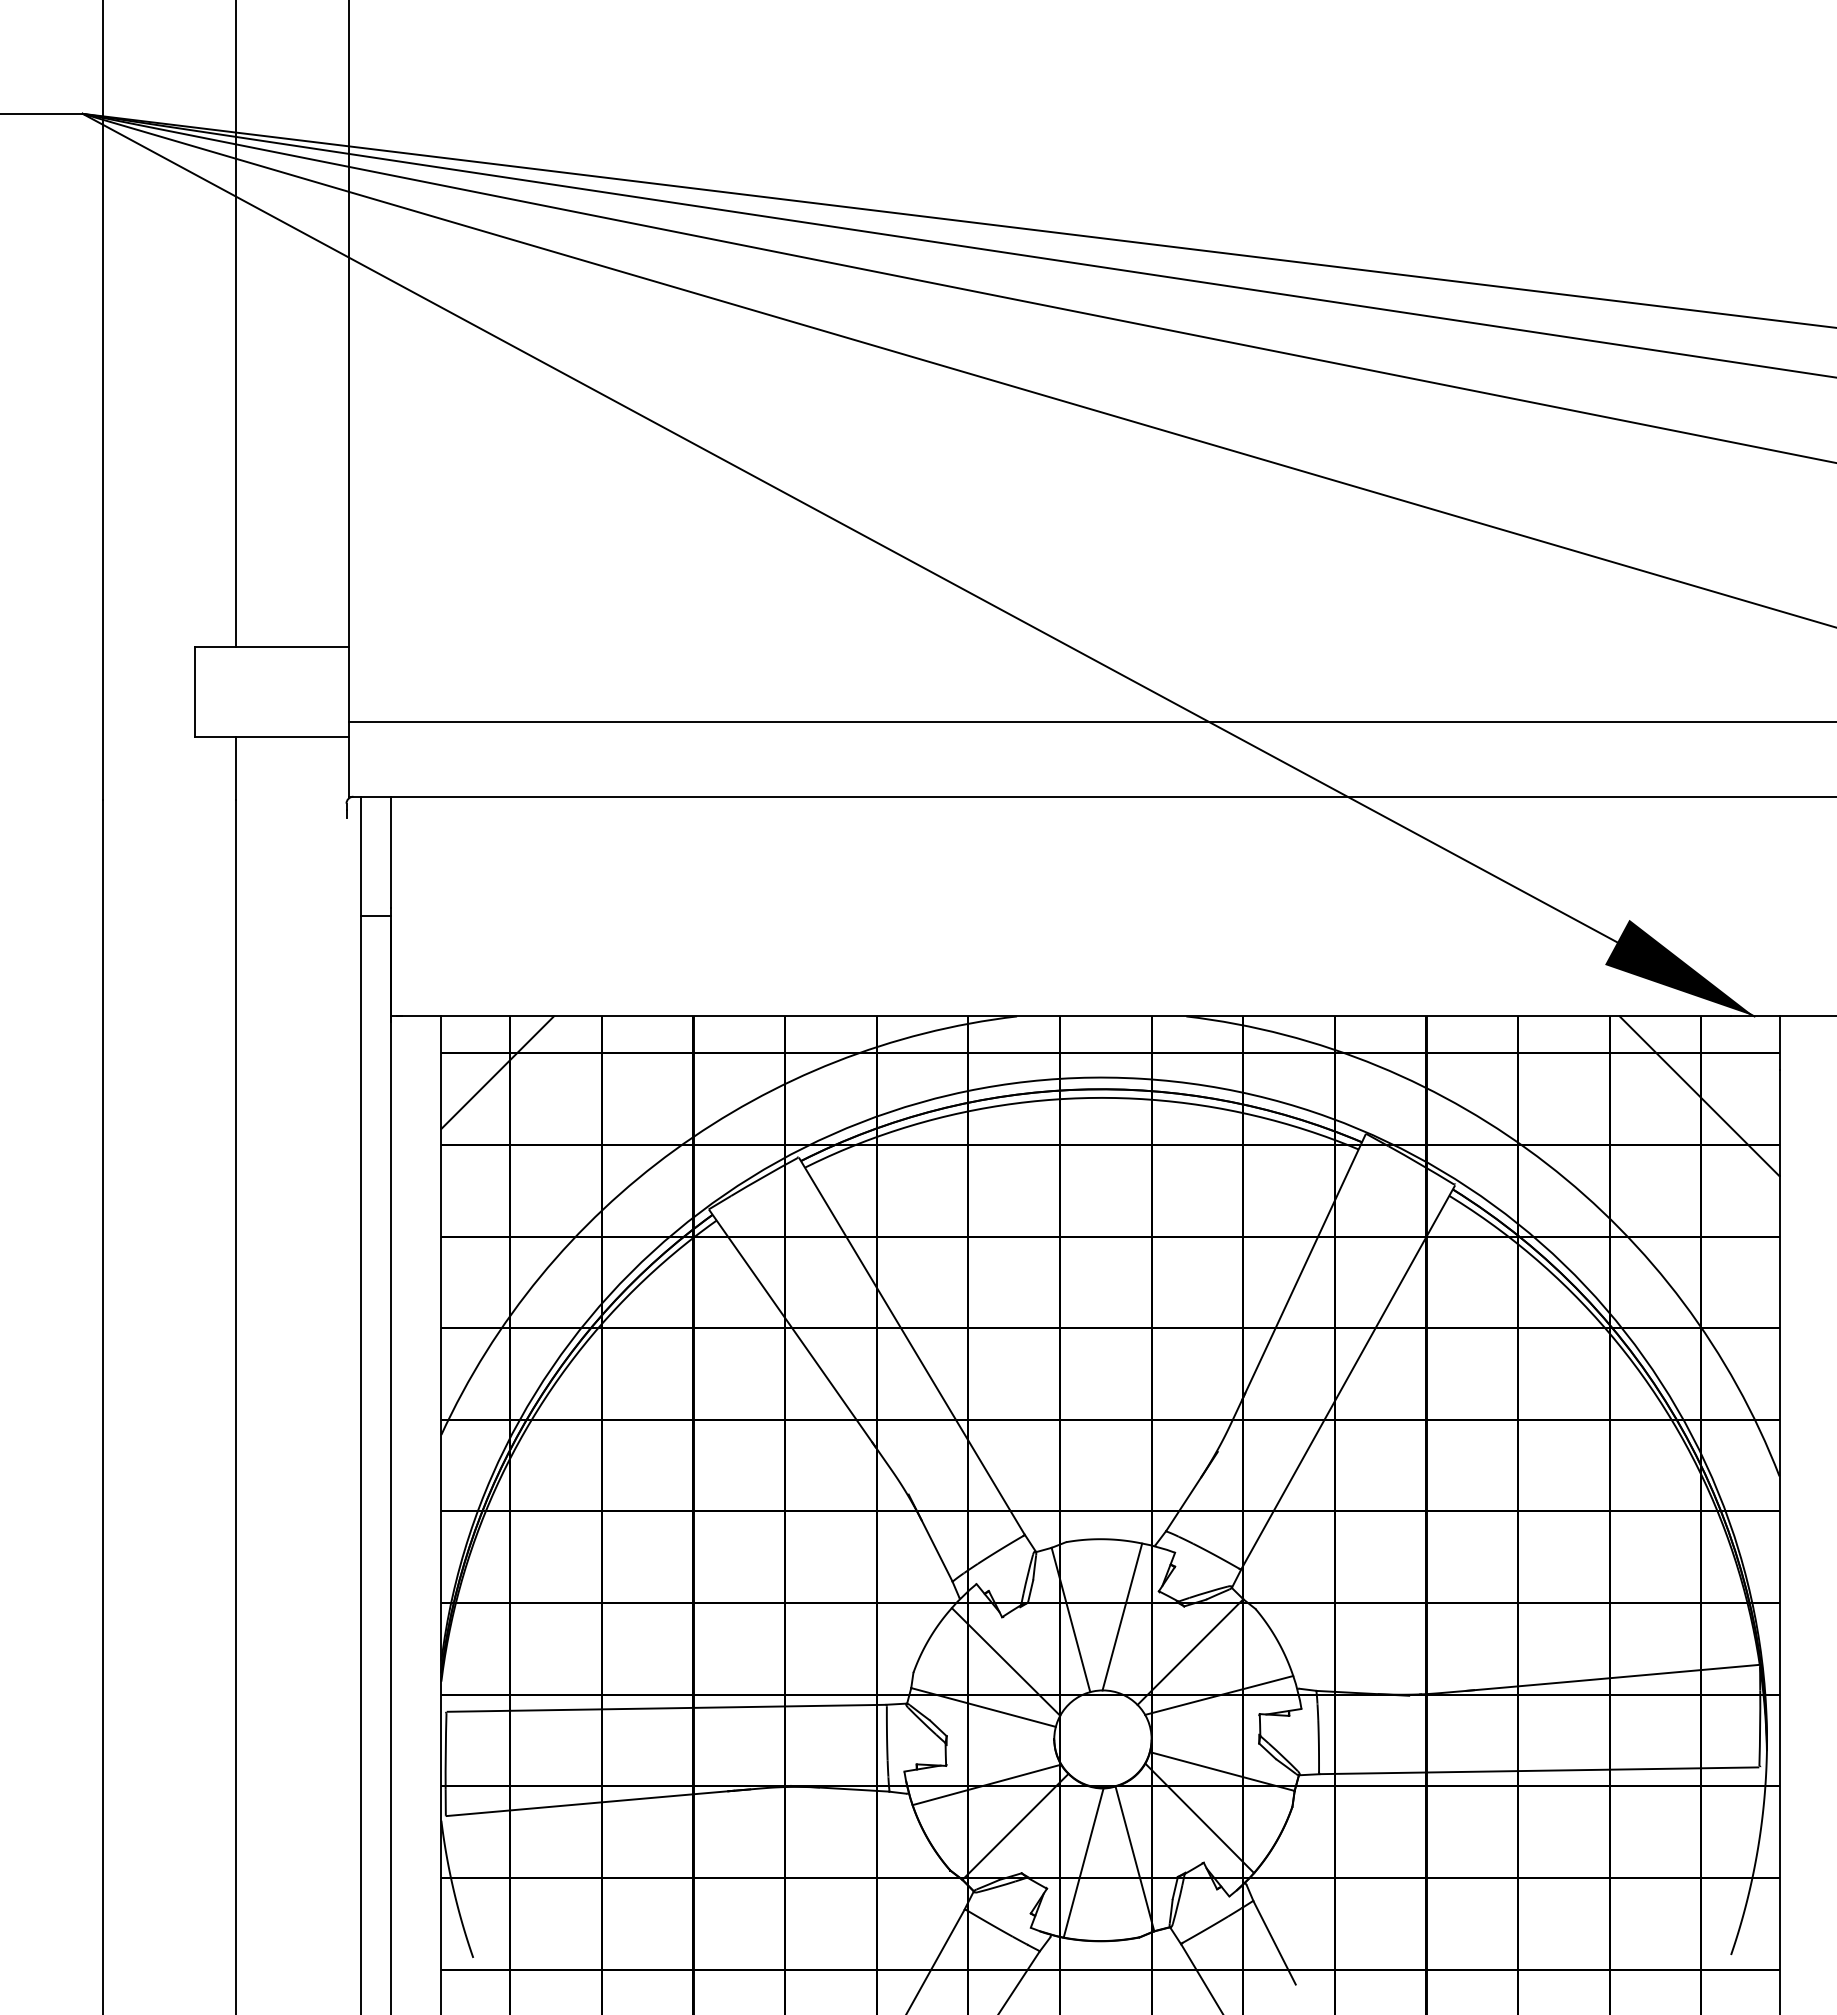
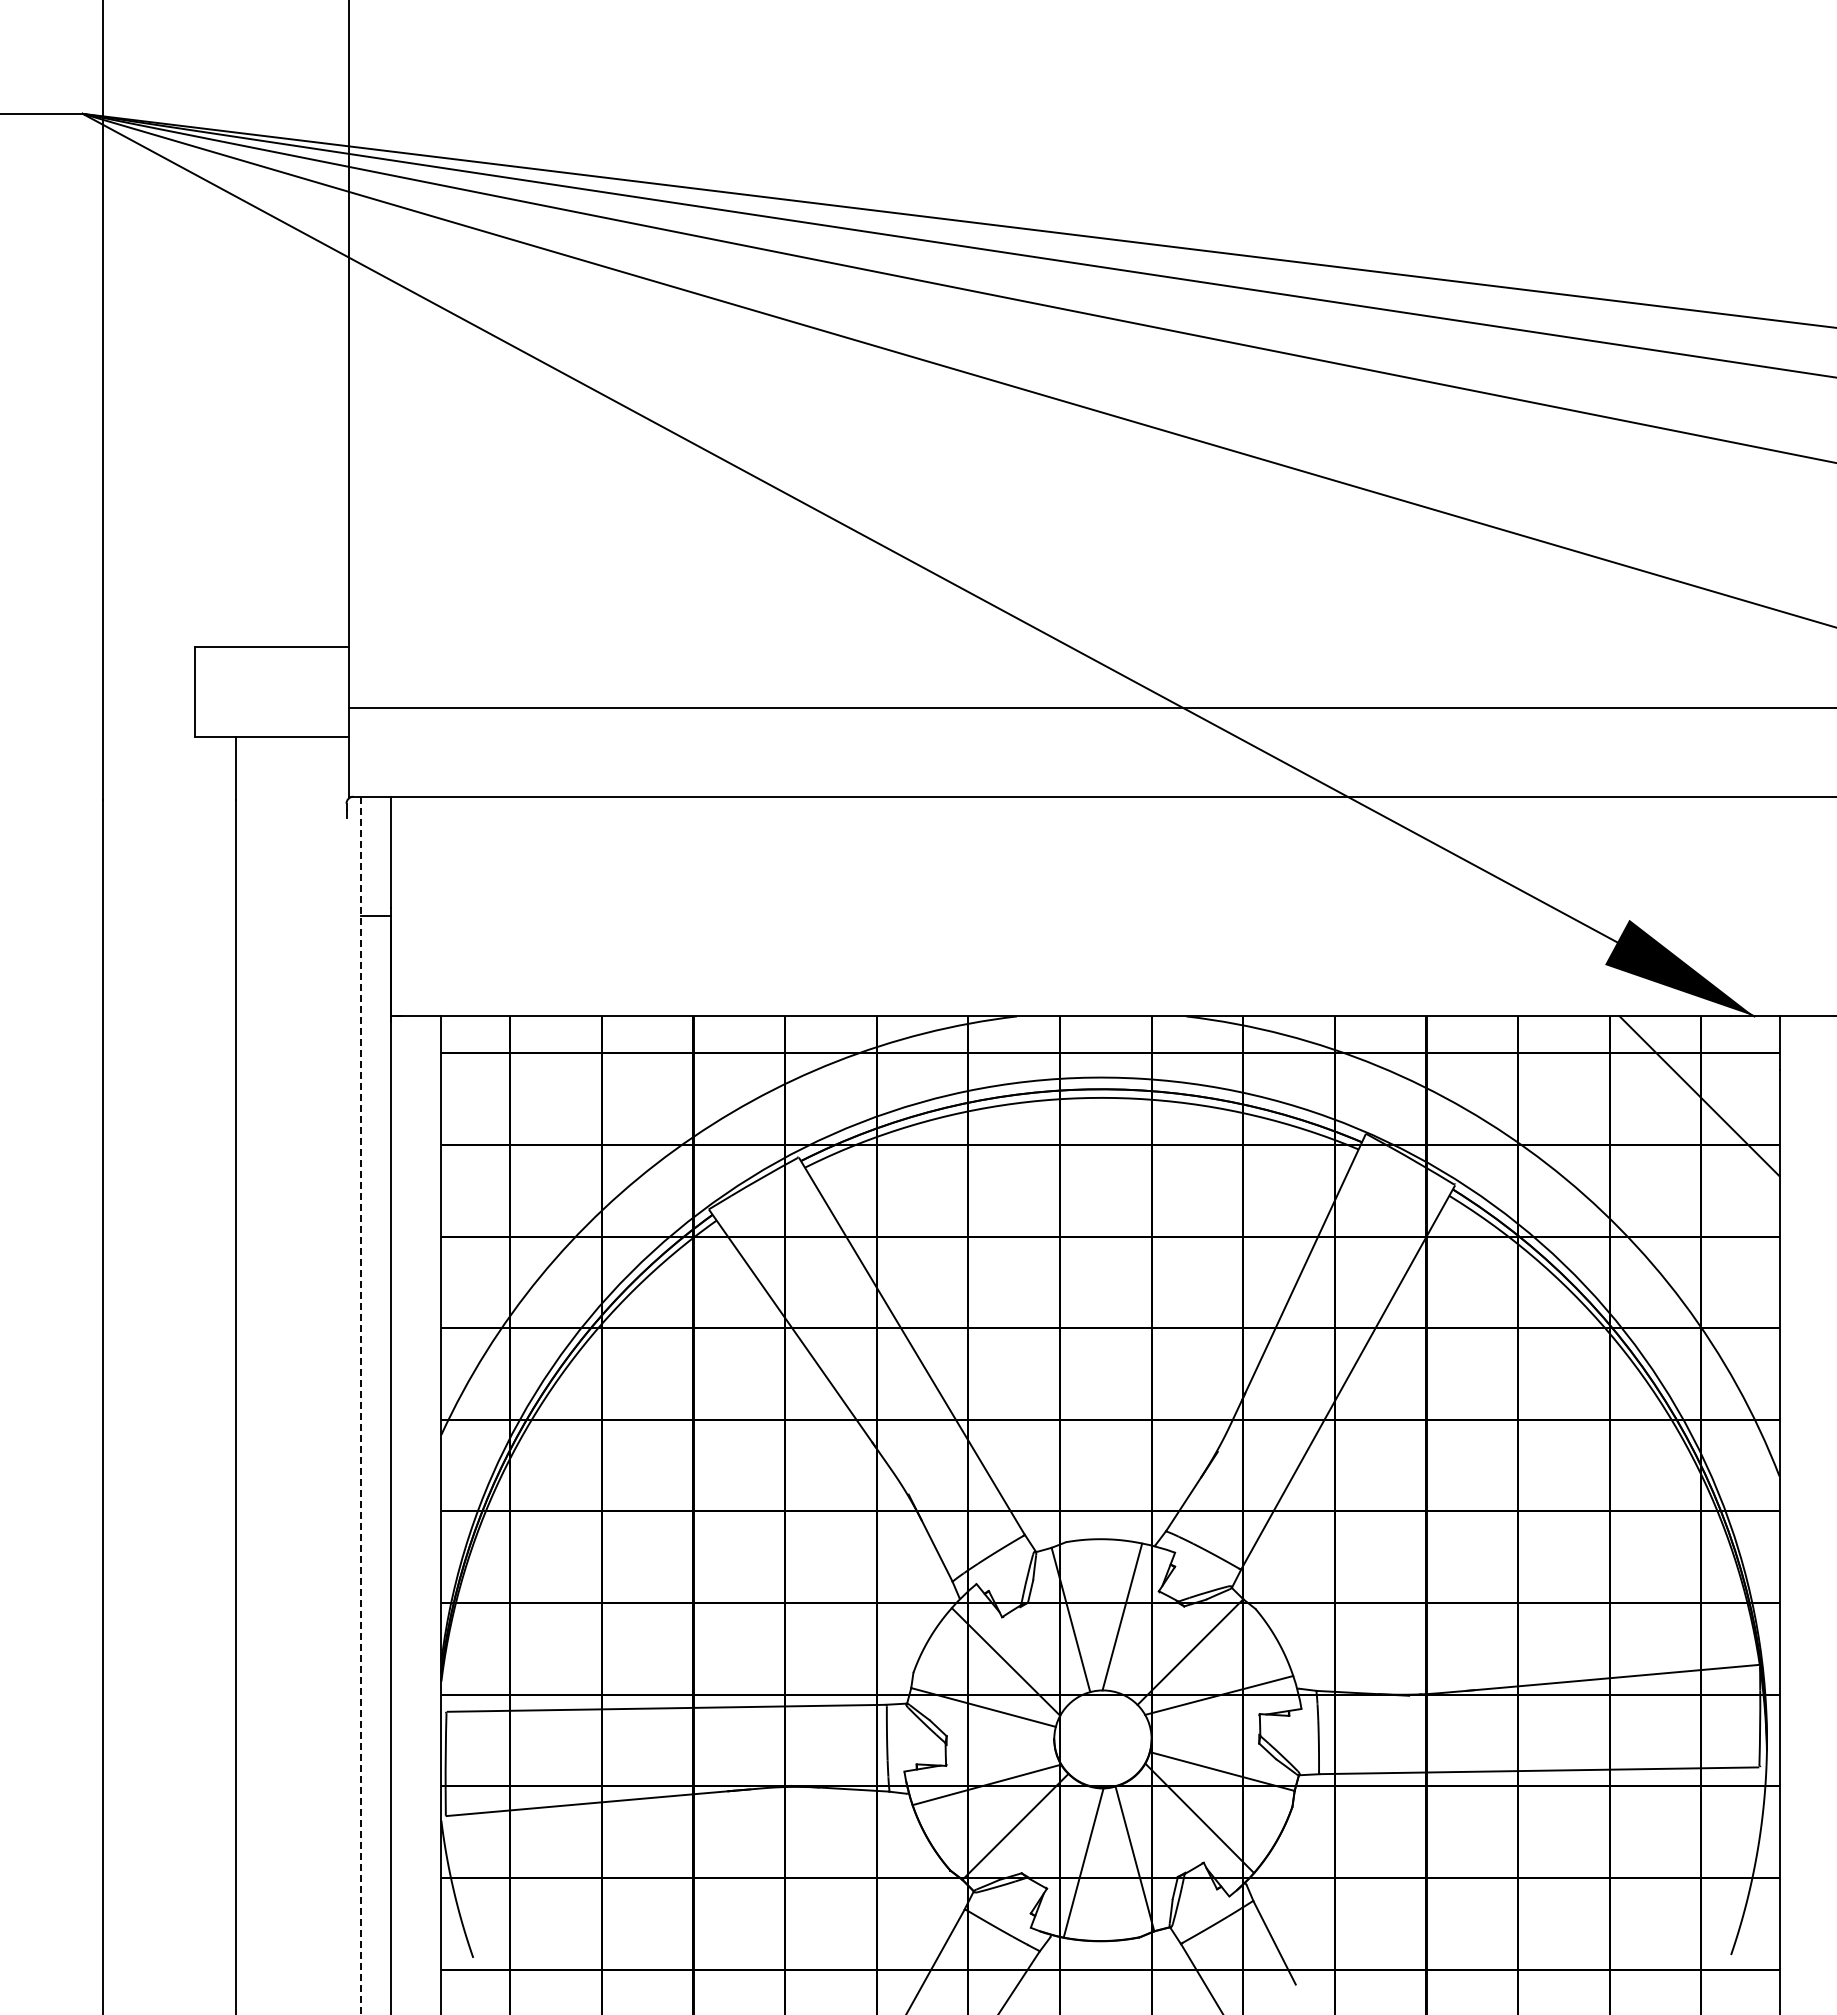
line at (235, 324): present -> none
line at (1090, 721) position: (1090, 721) -> (1090, 707)
line at (497, 1072): present -> none
line at (361, 1405): solid -> dashed
